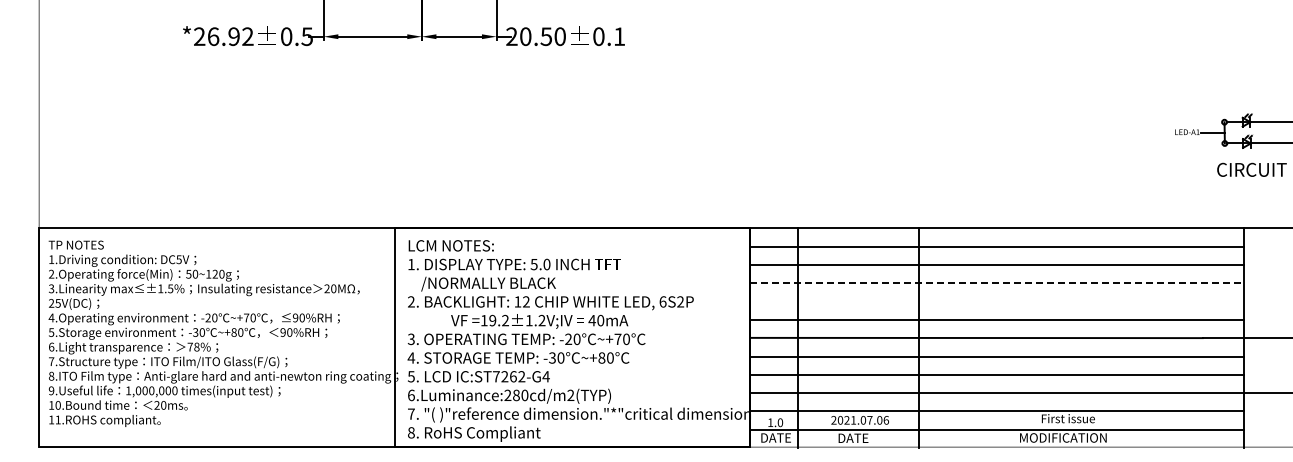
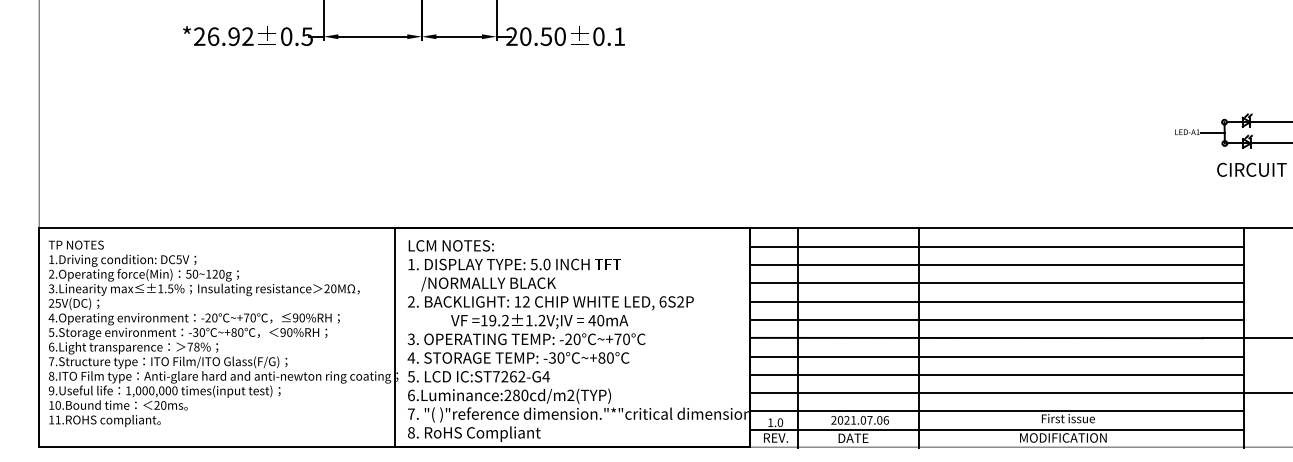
line at (997, 283): dashed -> solid
line at (997, 301): none -> present
text at (775, 437): DATE -> REV.
